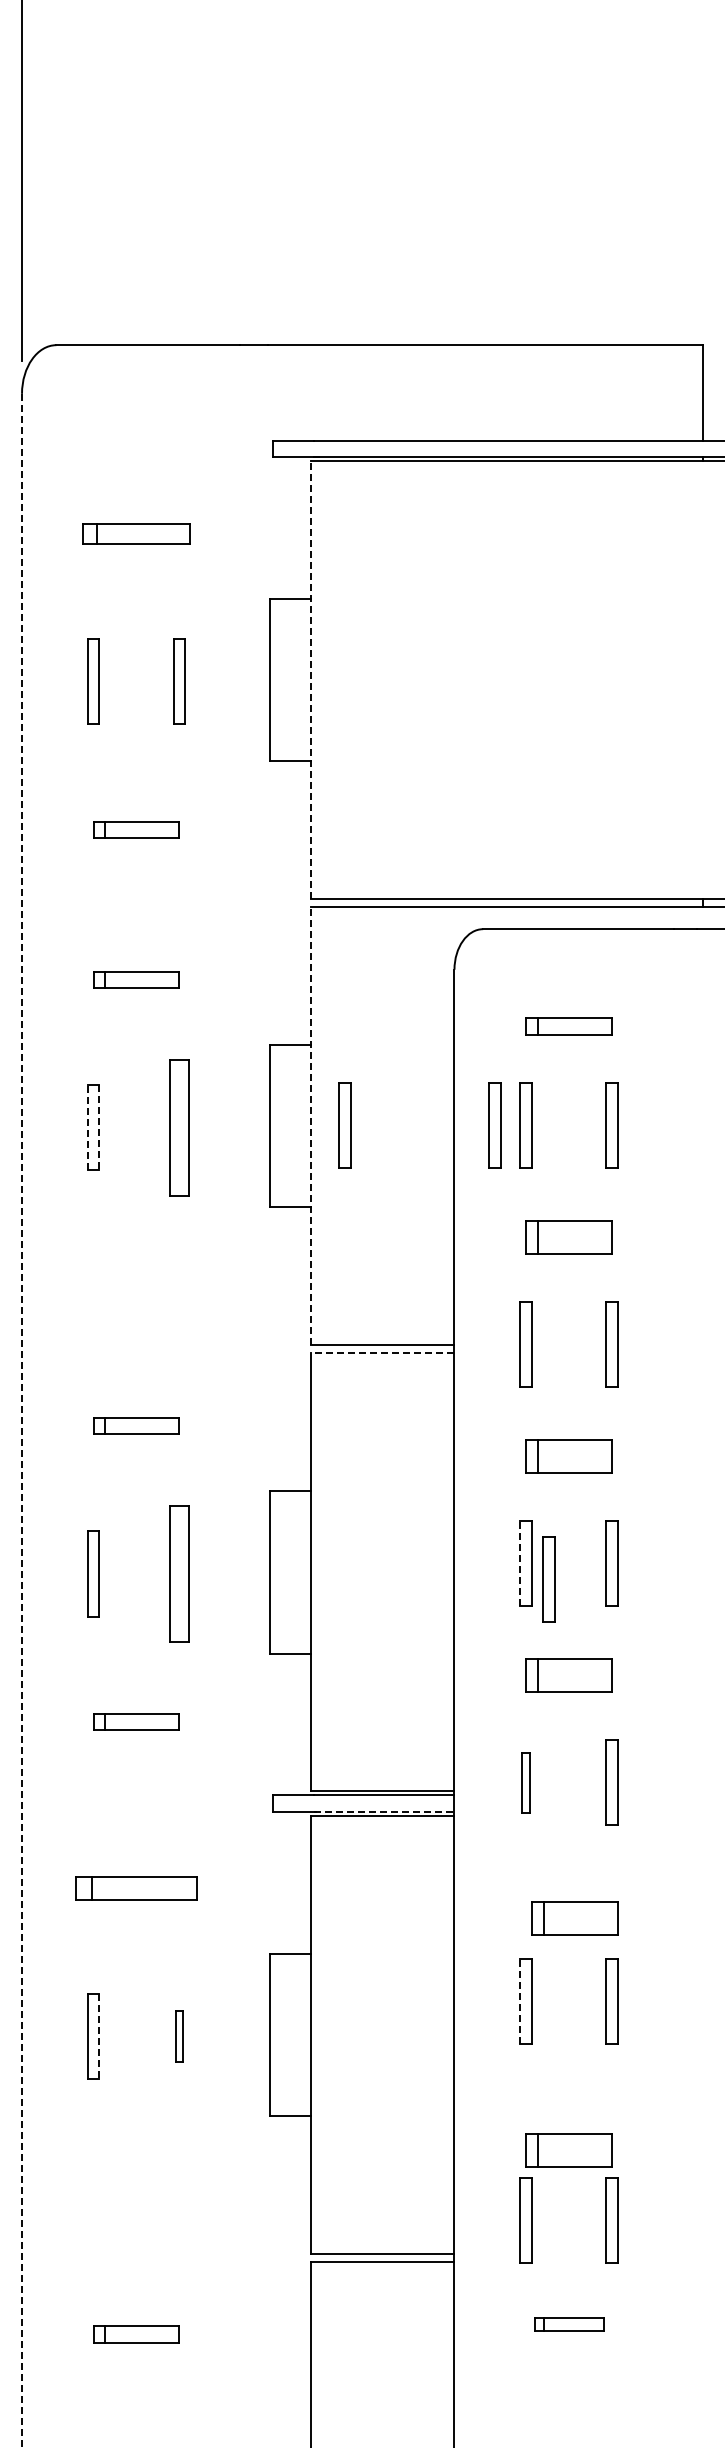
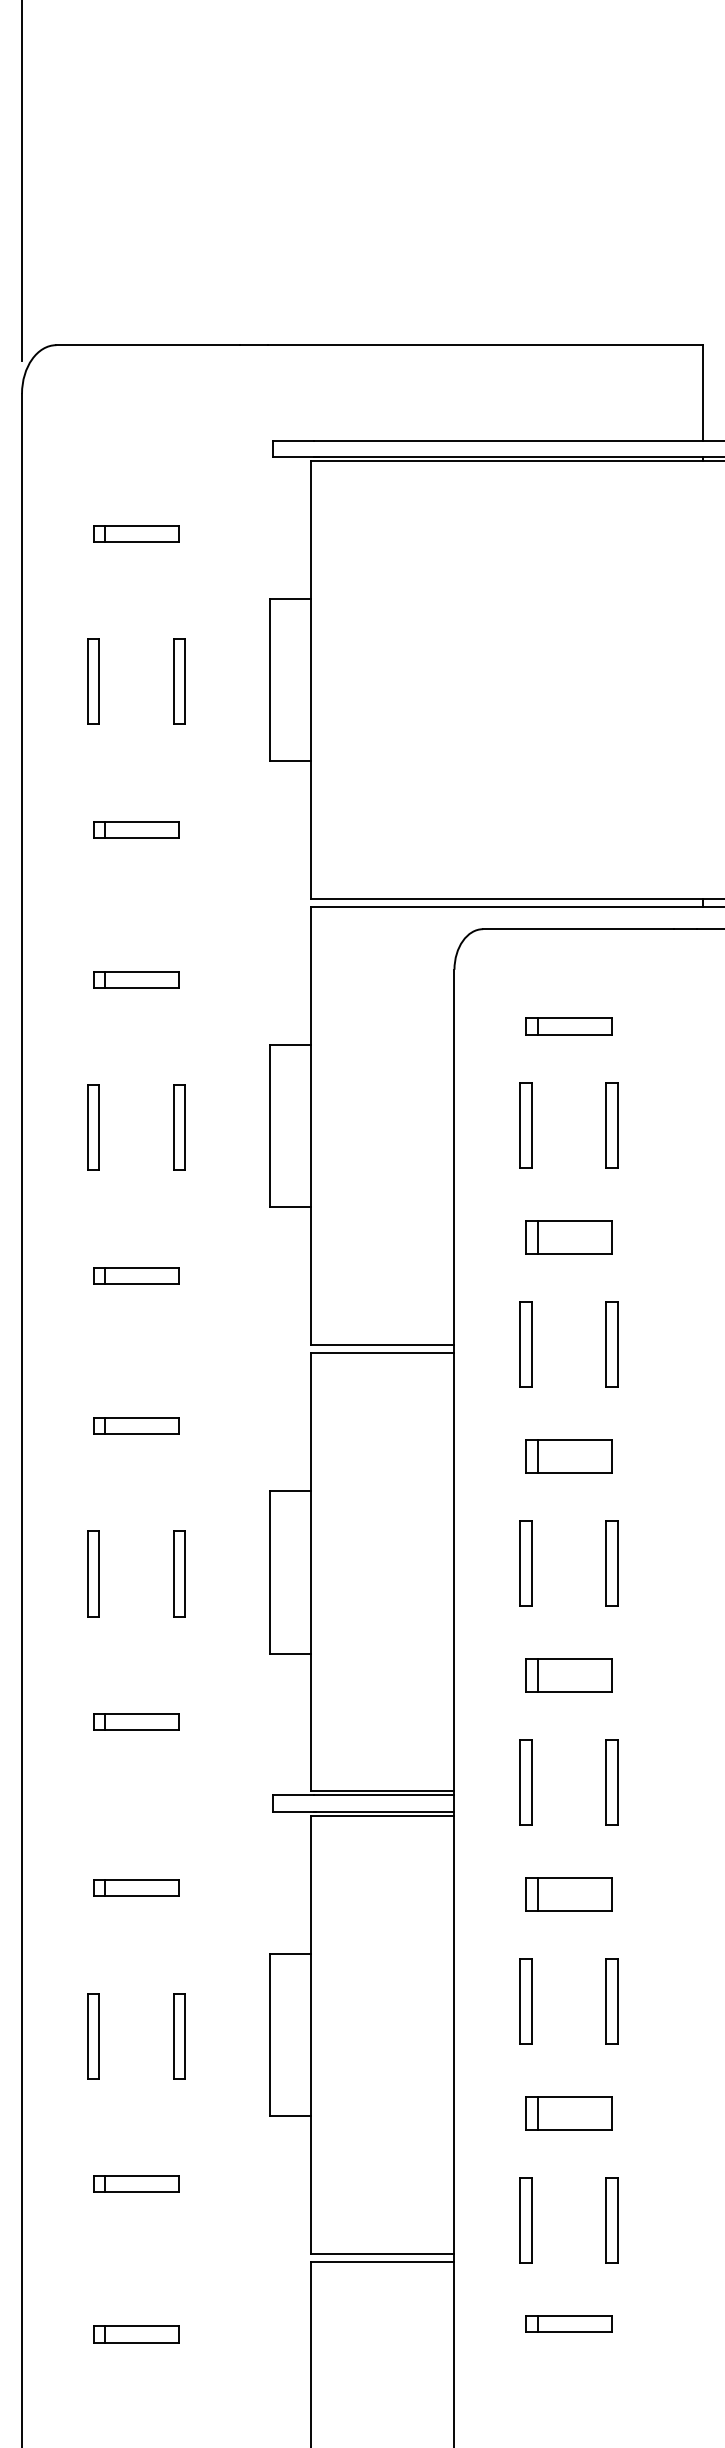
part at (136, 533) size: 109x22 px -> 87x18 px
line at (311, 680): dashed -> solid
part at (344, 1125): present -> none
part at (494, 1125): present -> none
line at (311, 1126): dashed -> solid
line at (87, 1127): dashed -> solid
line at (99, 1127): dashed -> solid
part at (179, 1127) size: 21x138 px -> 13x87 px
part at (136, 1275): none -> present
line at (382, 1353): dashed -> solid
line at (21, 1420): dashed -> solid
line at (520, 1563): dashed -> solid
part at (179, 1573) size: 21x138 px -> 13x88 px
part at (548, 1579): present -> none
part at (525, 1782) size: 10x62 px -> 14x87 px
line at (384, 1811): dashed -> solid
part at (136, 1888) size: 123x25 px -> 87x18 px
part at (574, 1918) position: (574, 1918) -> (568, 1894)
line at (520, 2001): dashed -> solid
line at (99, 2036): dashed -> solid
part at (179, 2036) size: 9x53 px -> 13x87 px
part at (568, 2150) position: (568, 2150) -> (568, 2113)
part at (136, 2183): none -> present
part at (569, 2324) size: 71x15 px -> 88x18 px
